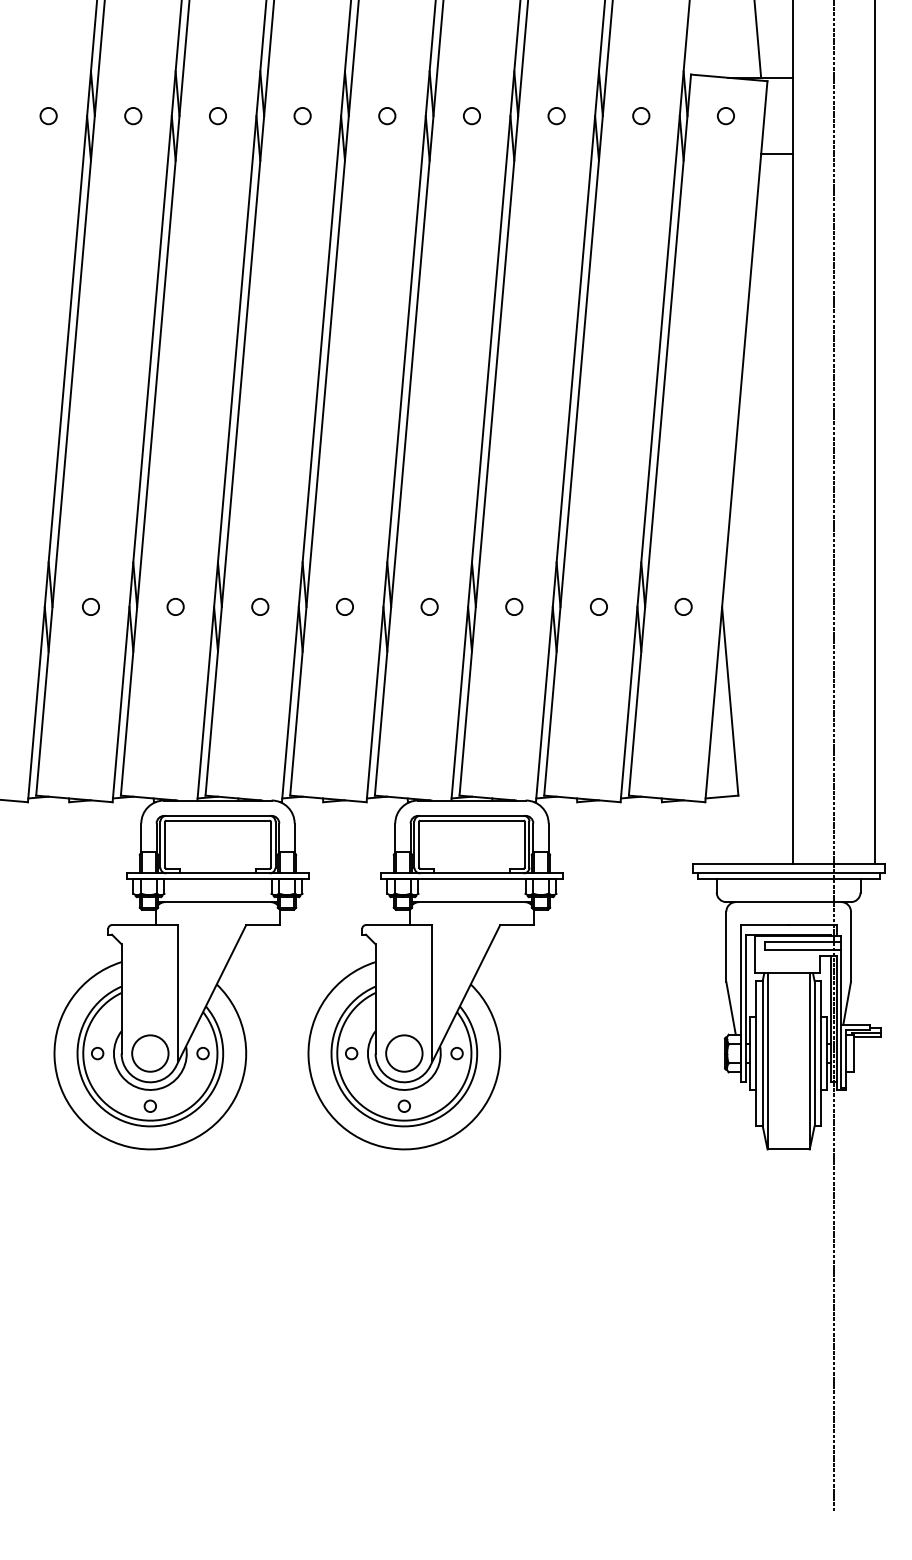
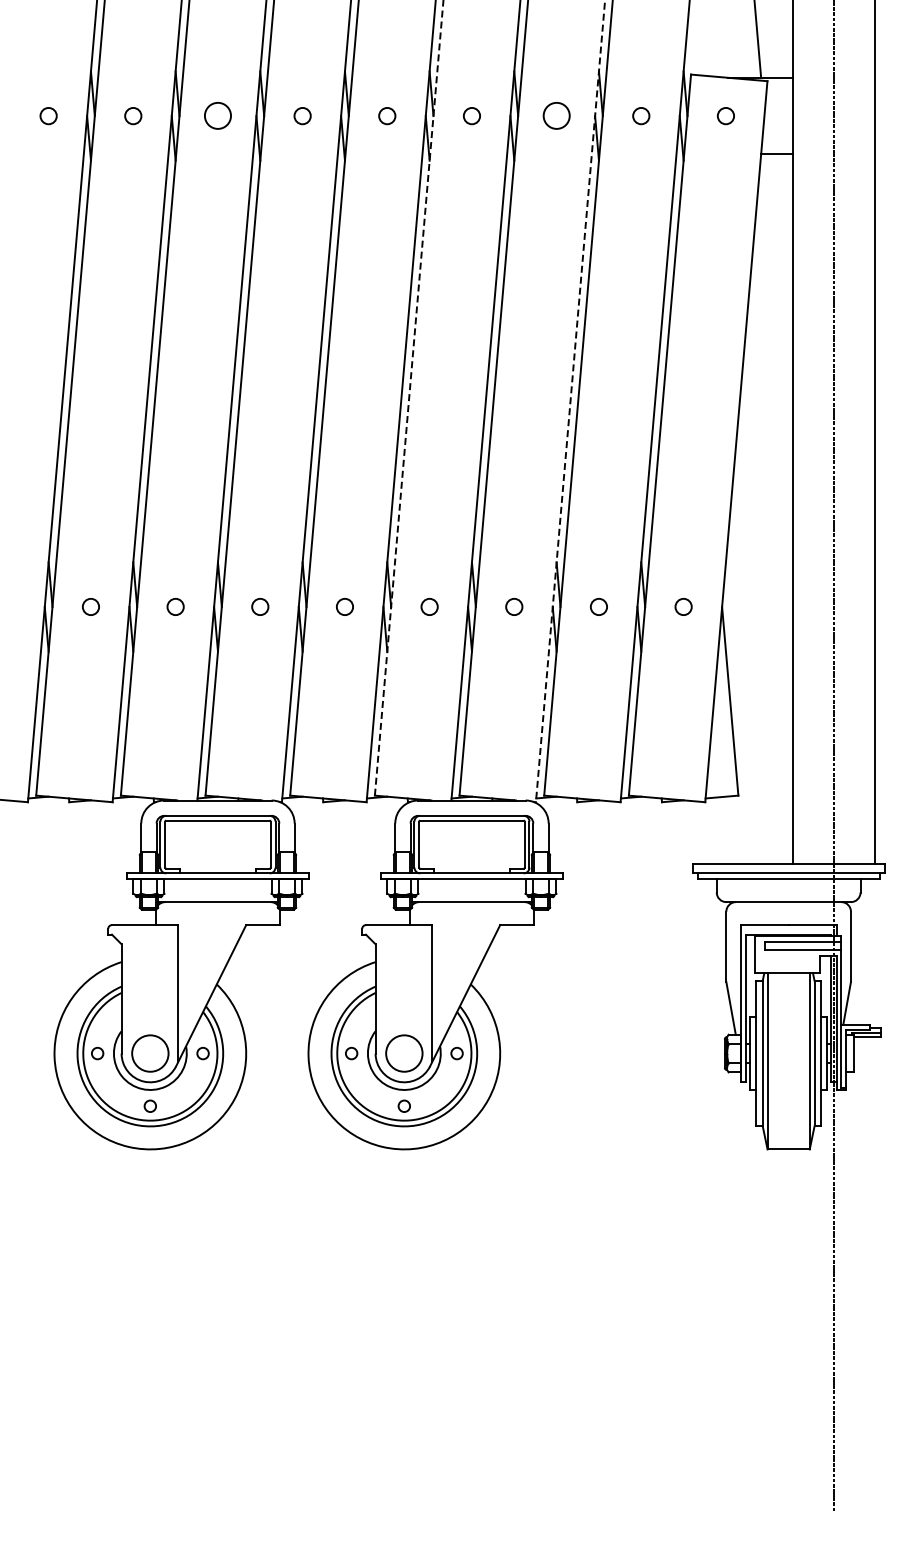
circle at (217, 116) size: 18x19 px -> 28x28 px
circle at (556, 116) size: 19x19 px -> 29x28 px
line at (409, 398): solid -> dashed
line at (570, 401): solid -> dashed
